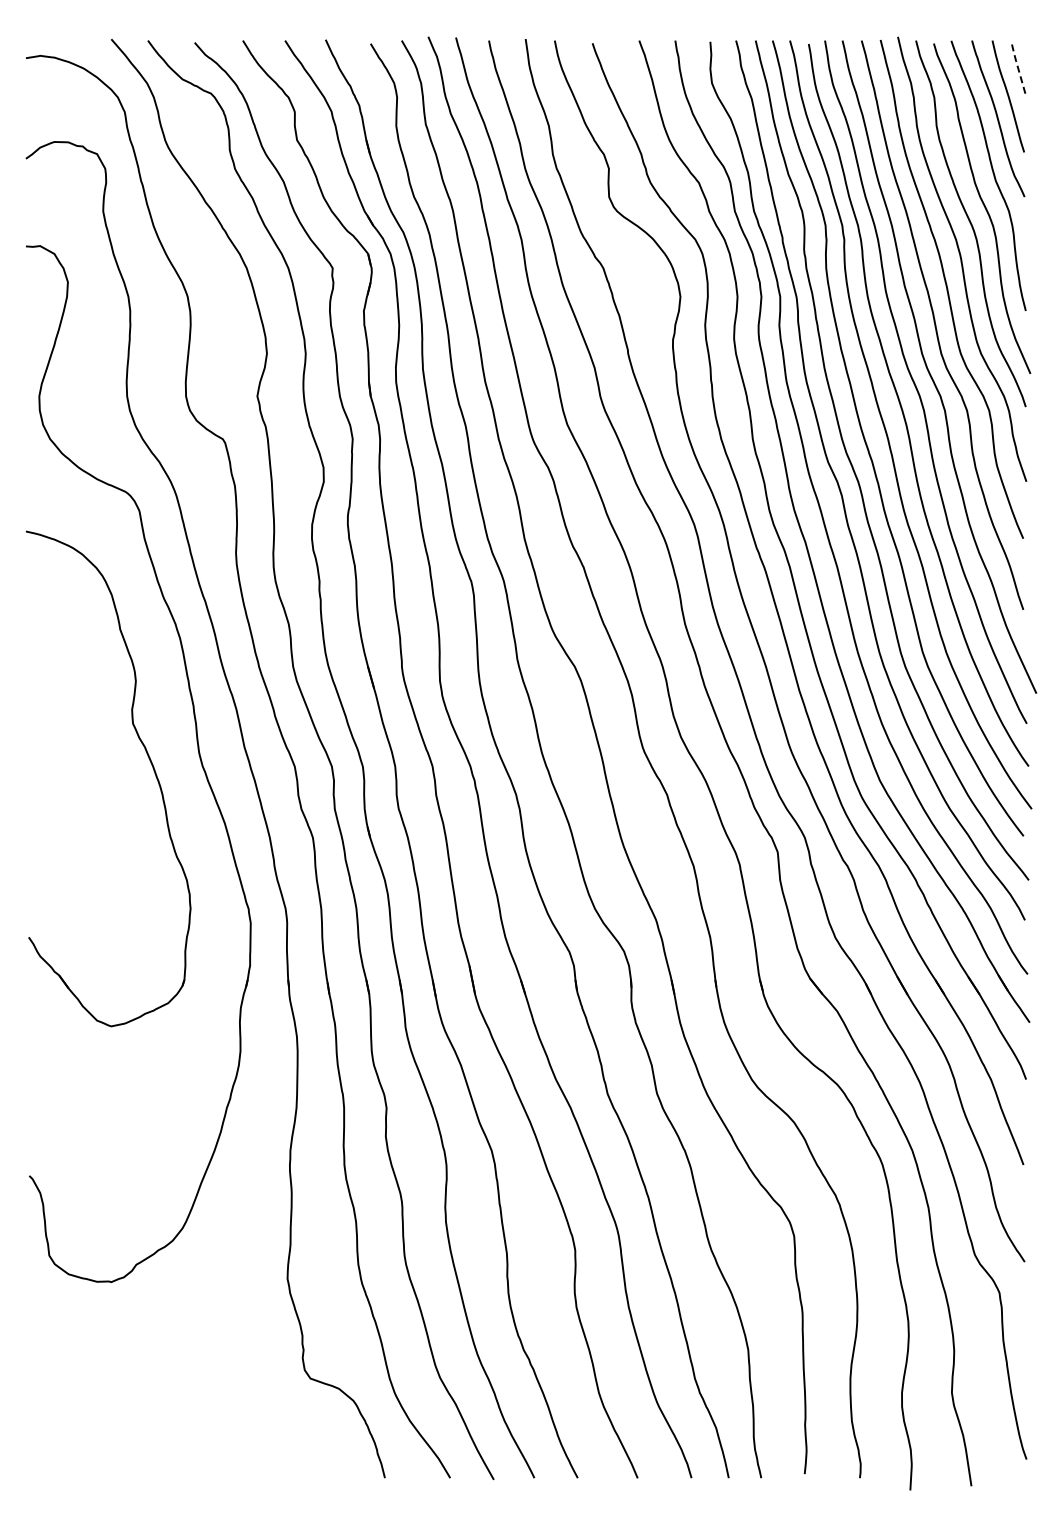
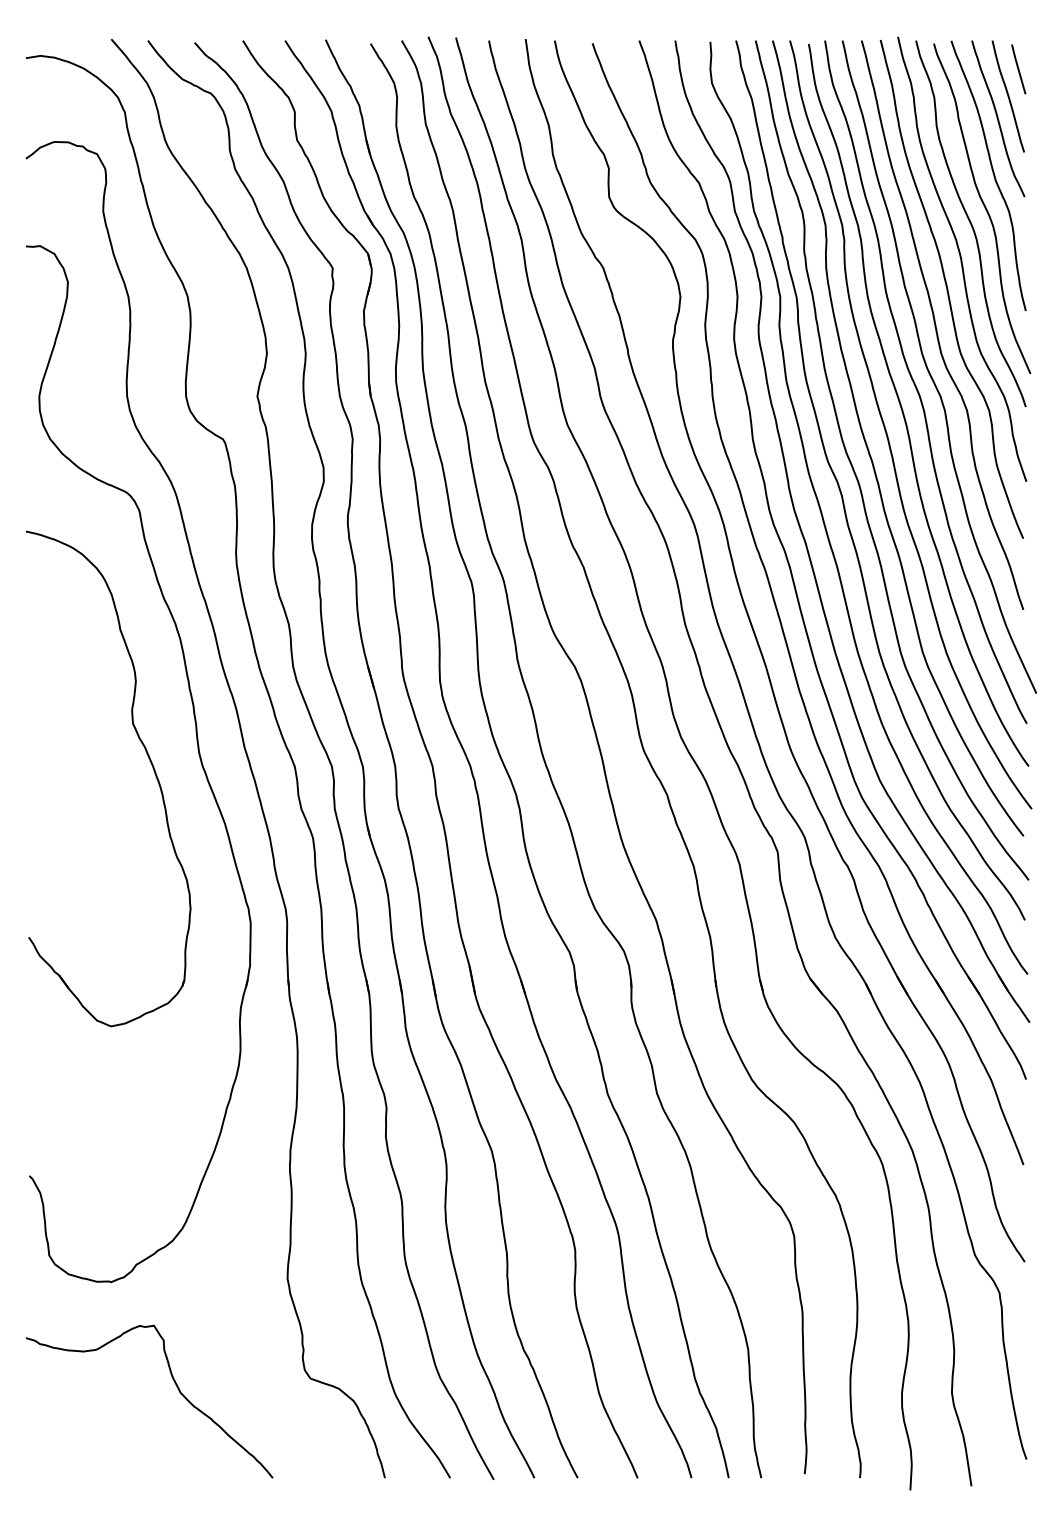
line at (1018, 68): dashed -> solid
curve at (175, 1385): none -> present
